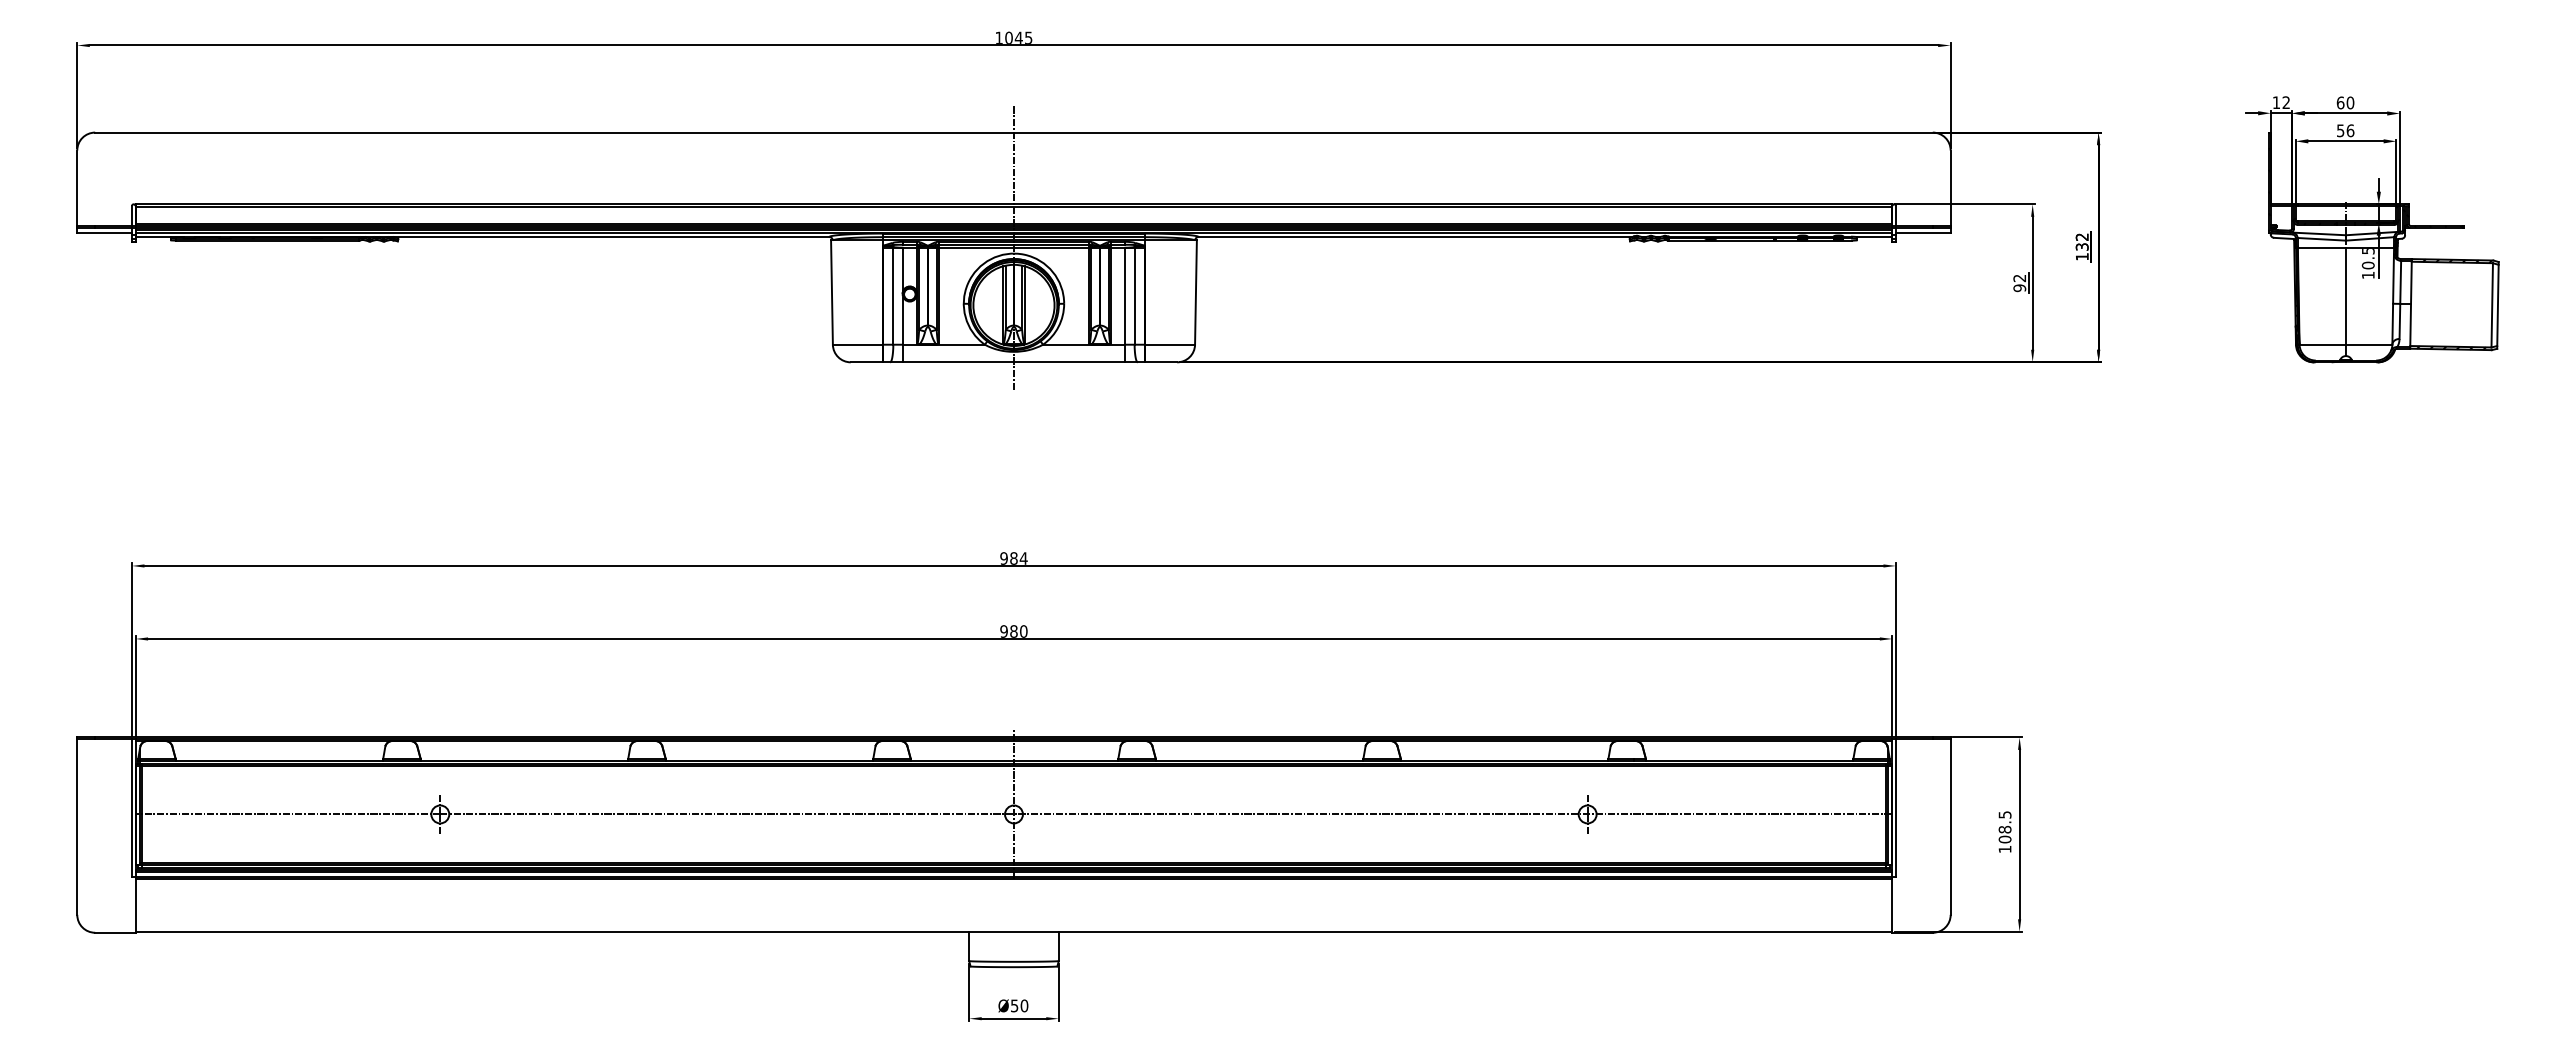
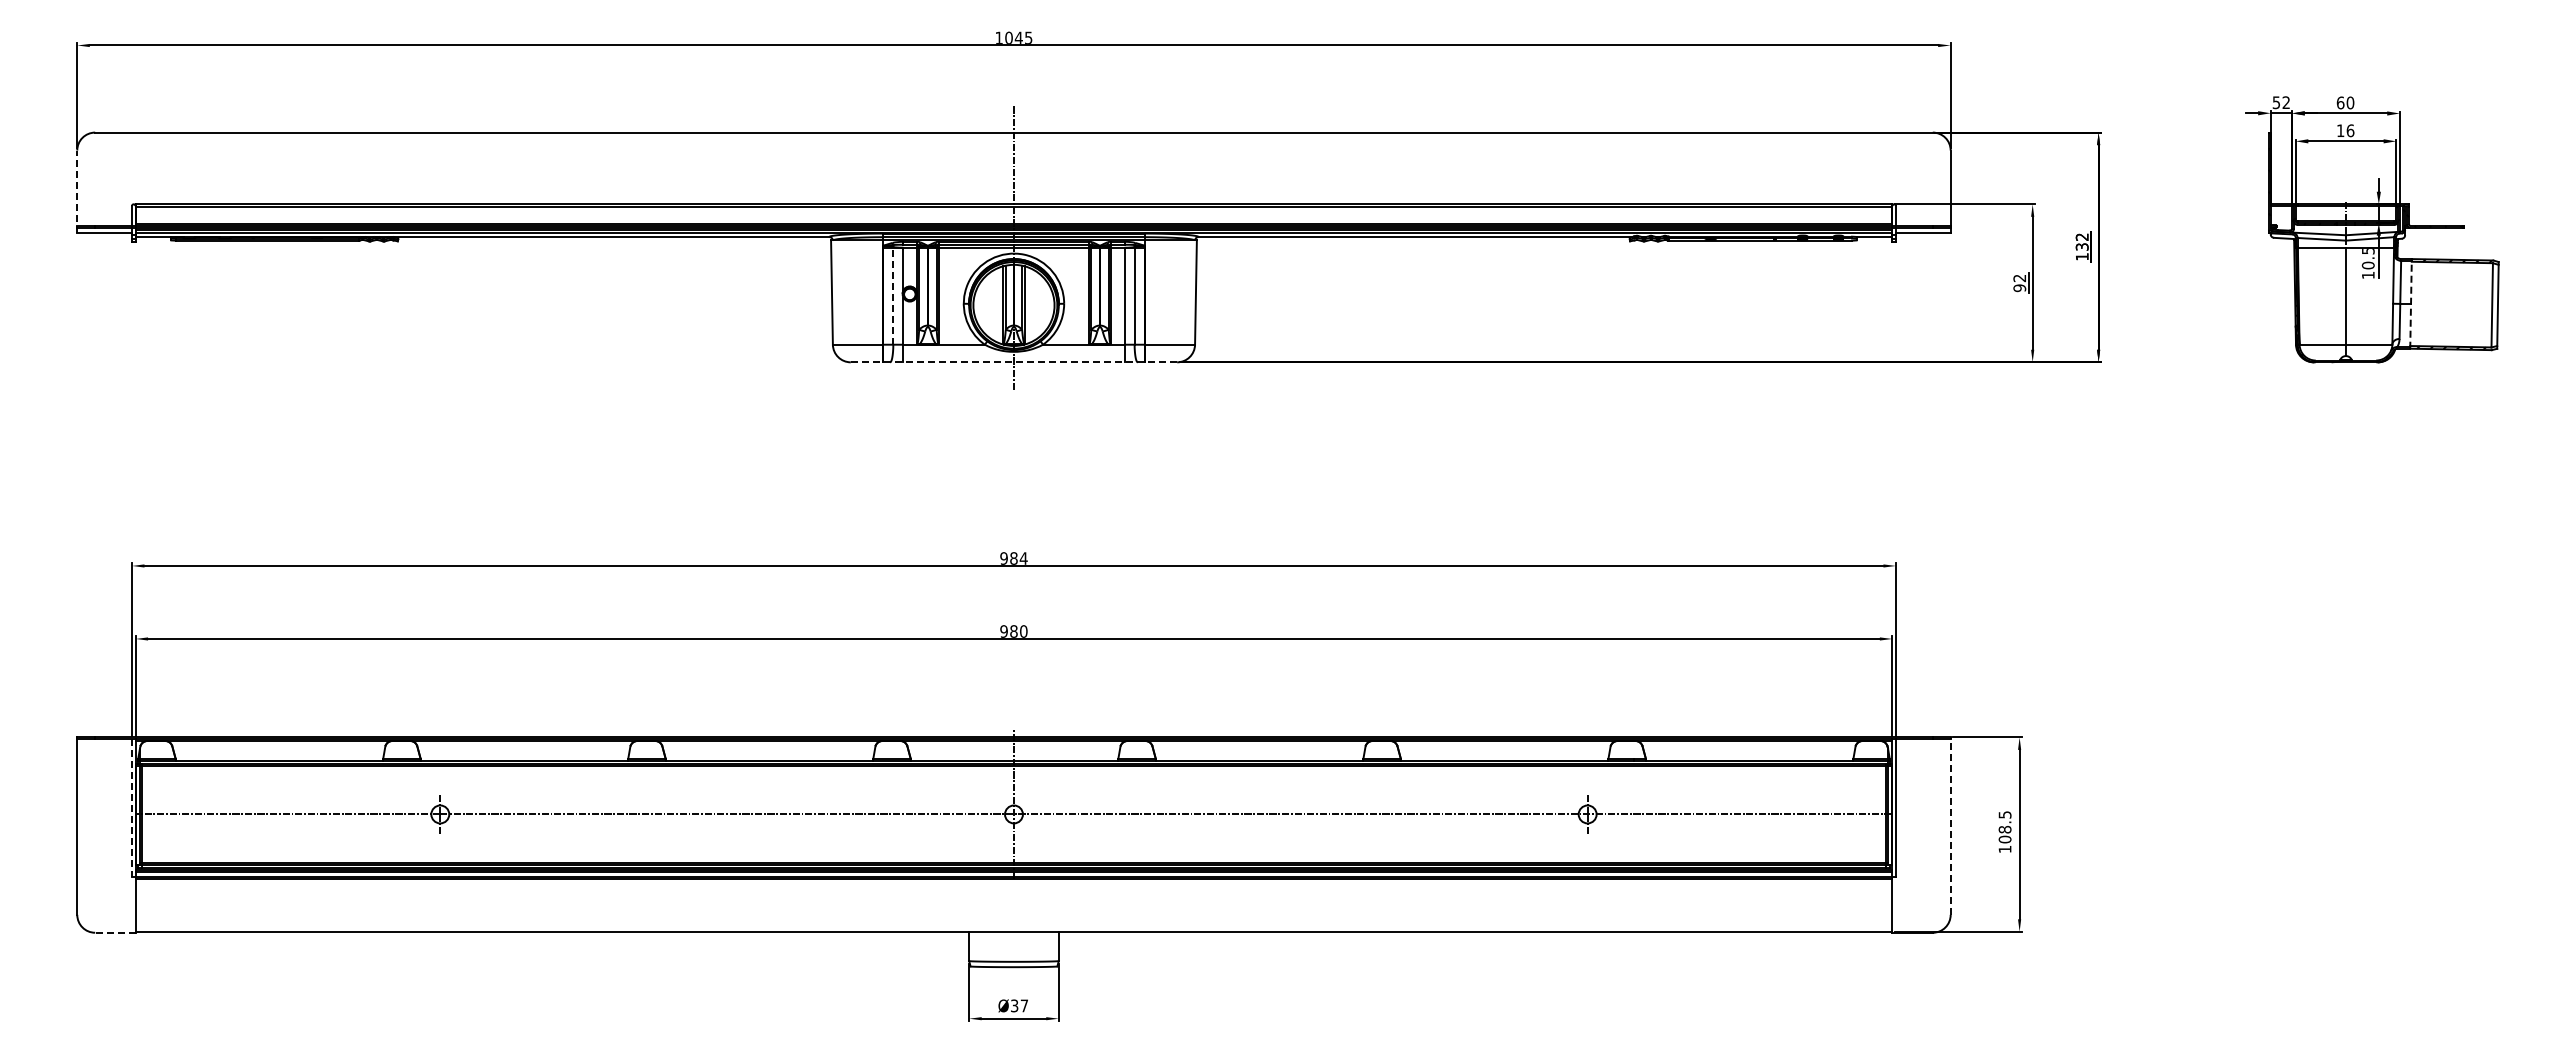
text at (2275, 102): 12 -> 52
text at (2340, 130): 56 -> 16
line at (77, 191): solid -> dashed
line at (893, 295): solid -> dashed
line at (2411, 303): solid -> dashed
line at (1014, 362): solid -> dashed
line at (131, 808): solid -> dashed
line at (1950, 826): solid -> dashed
line at (114, 932): solid -> dashed
text at (1019, 1005): Ø50 -> Ø37
